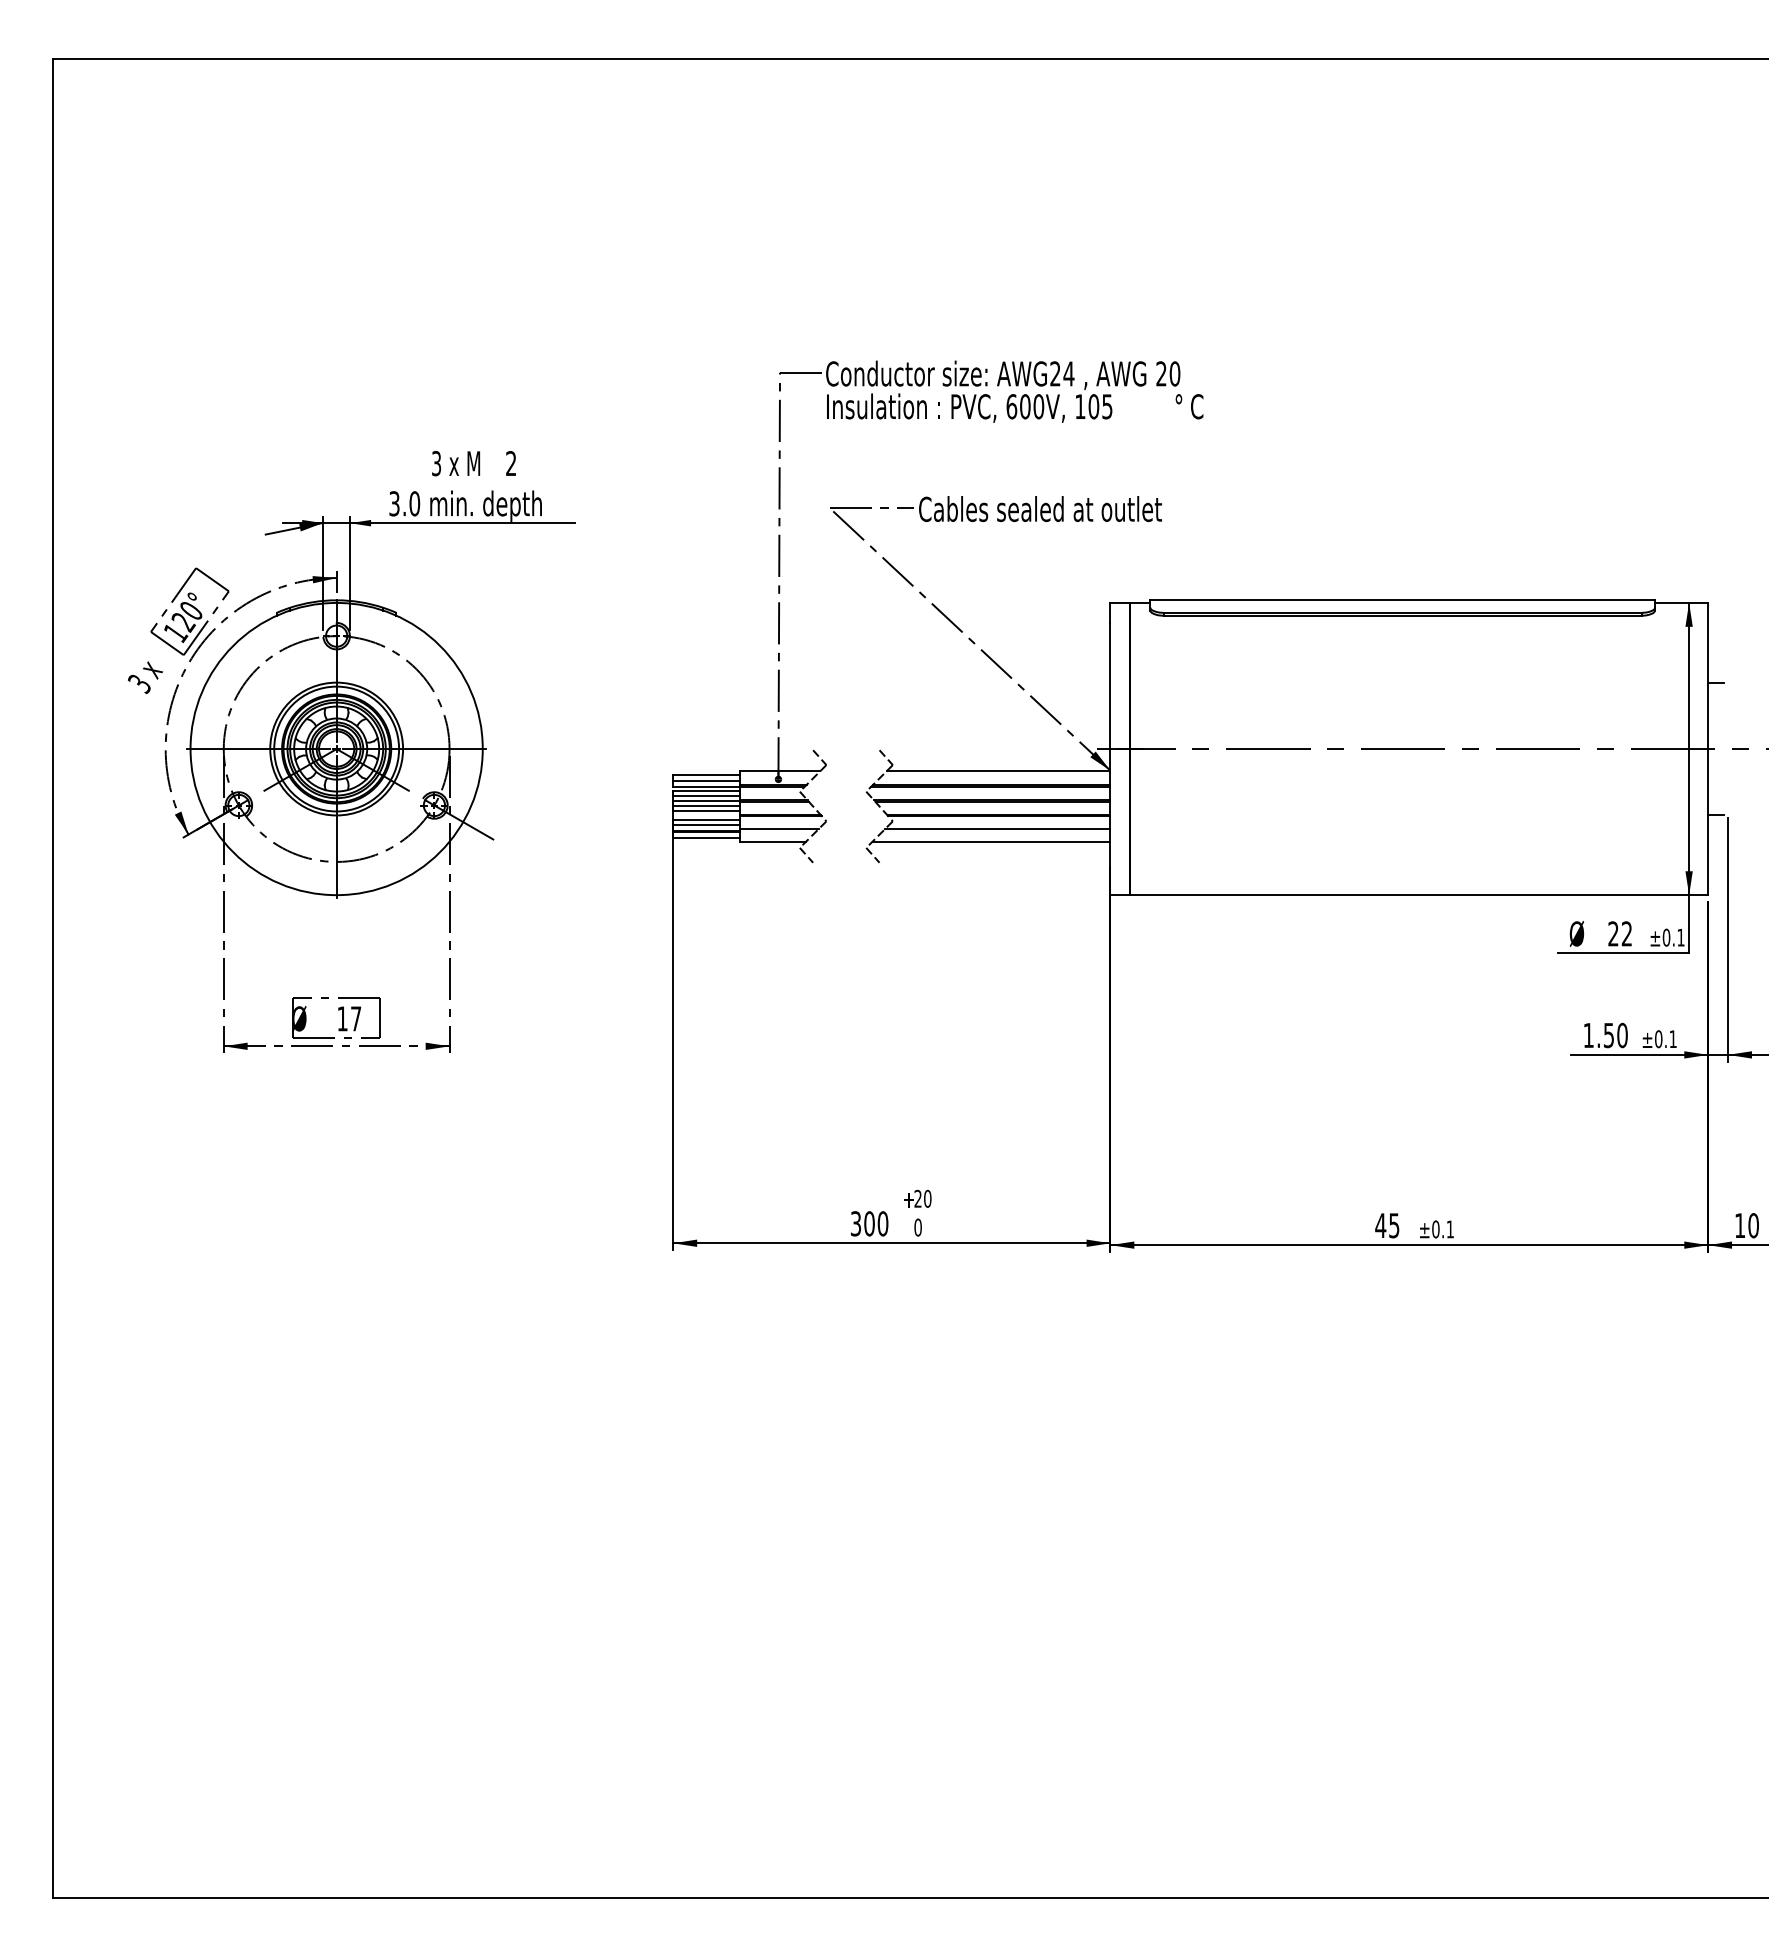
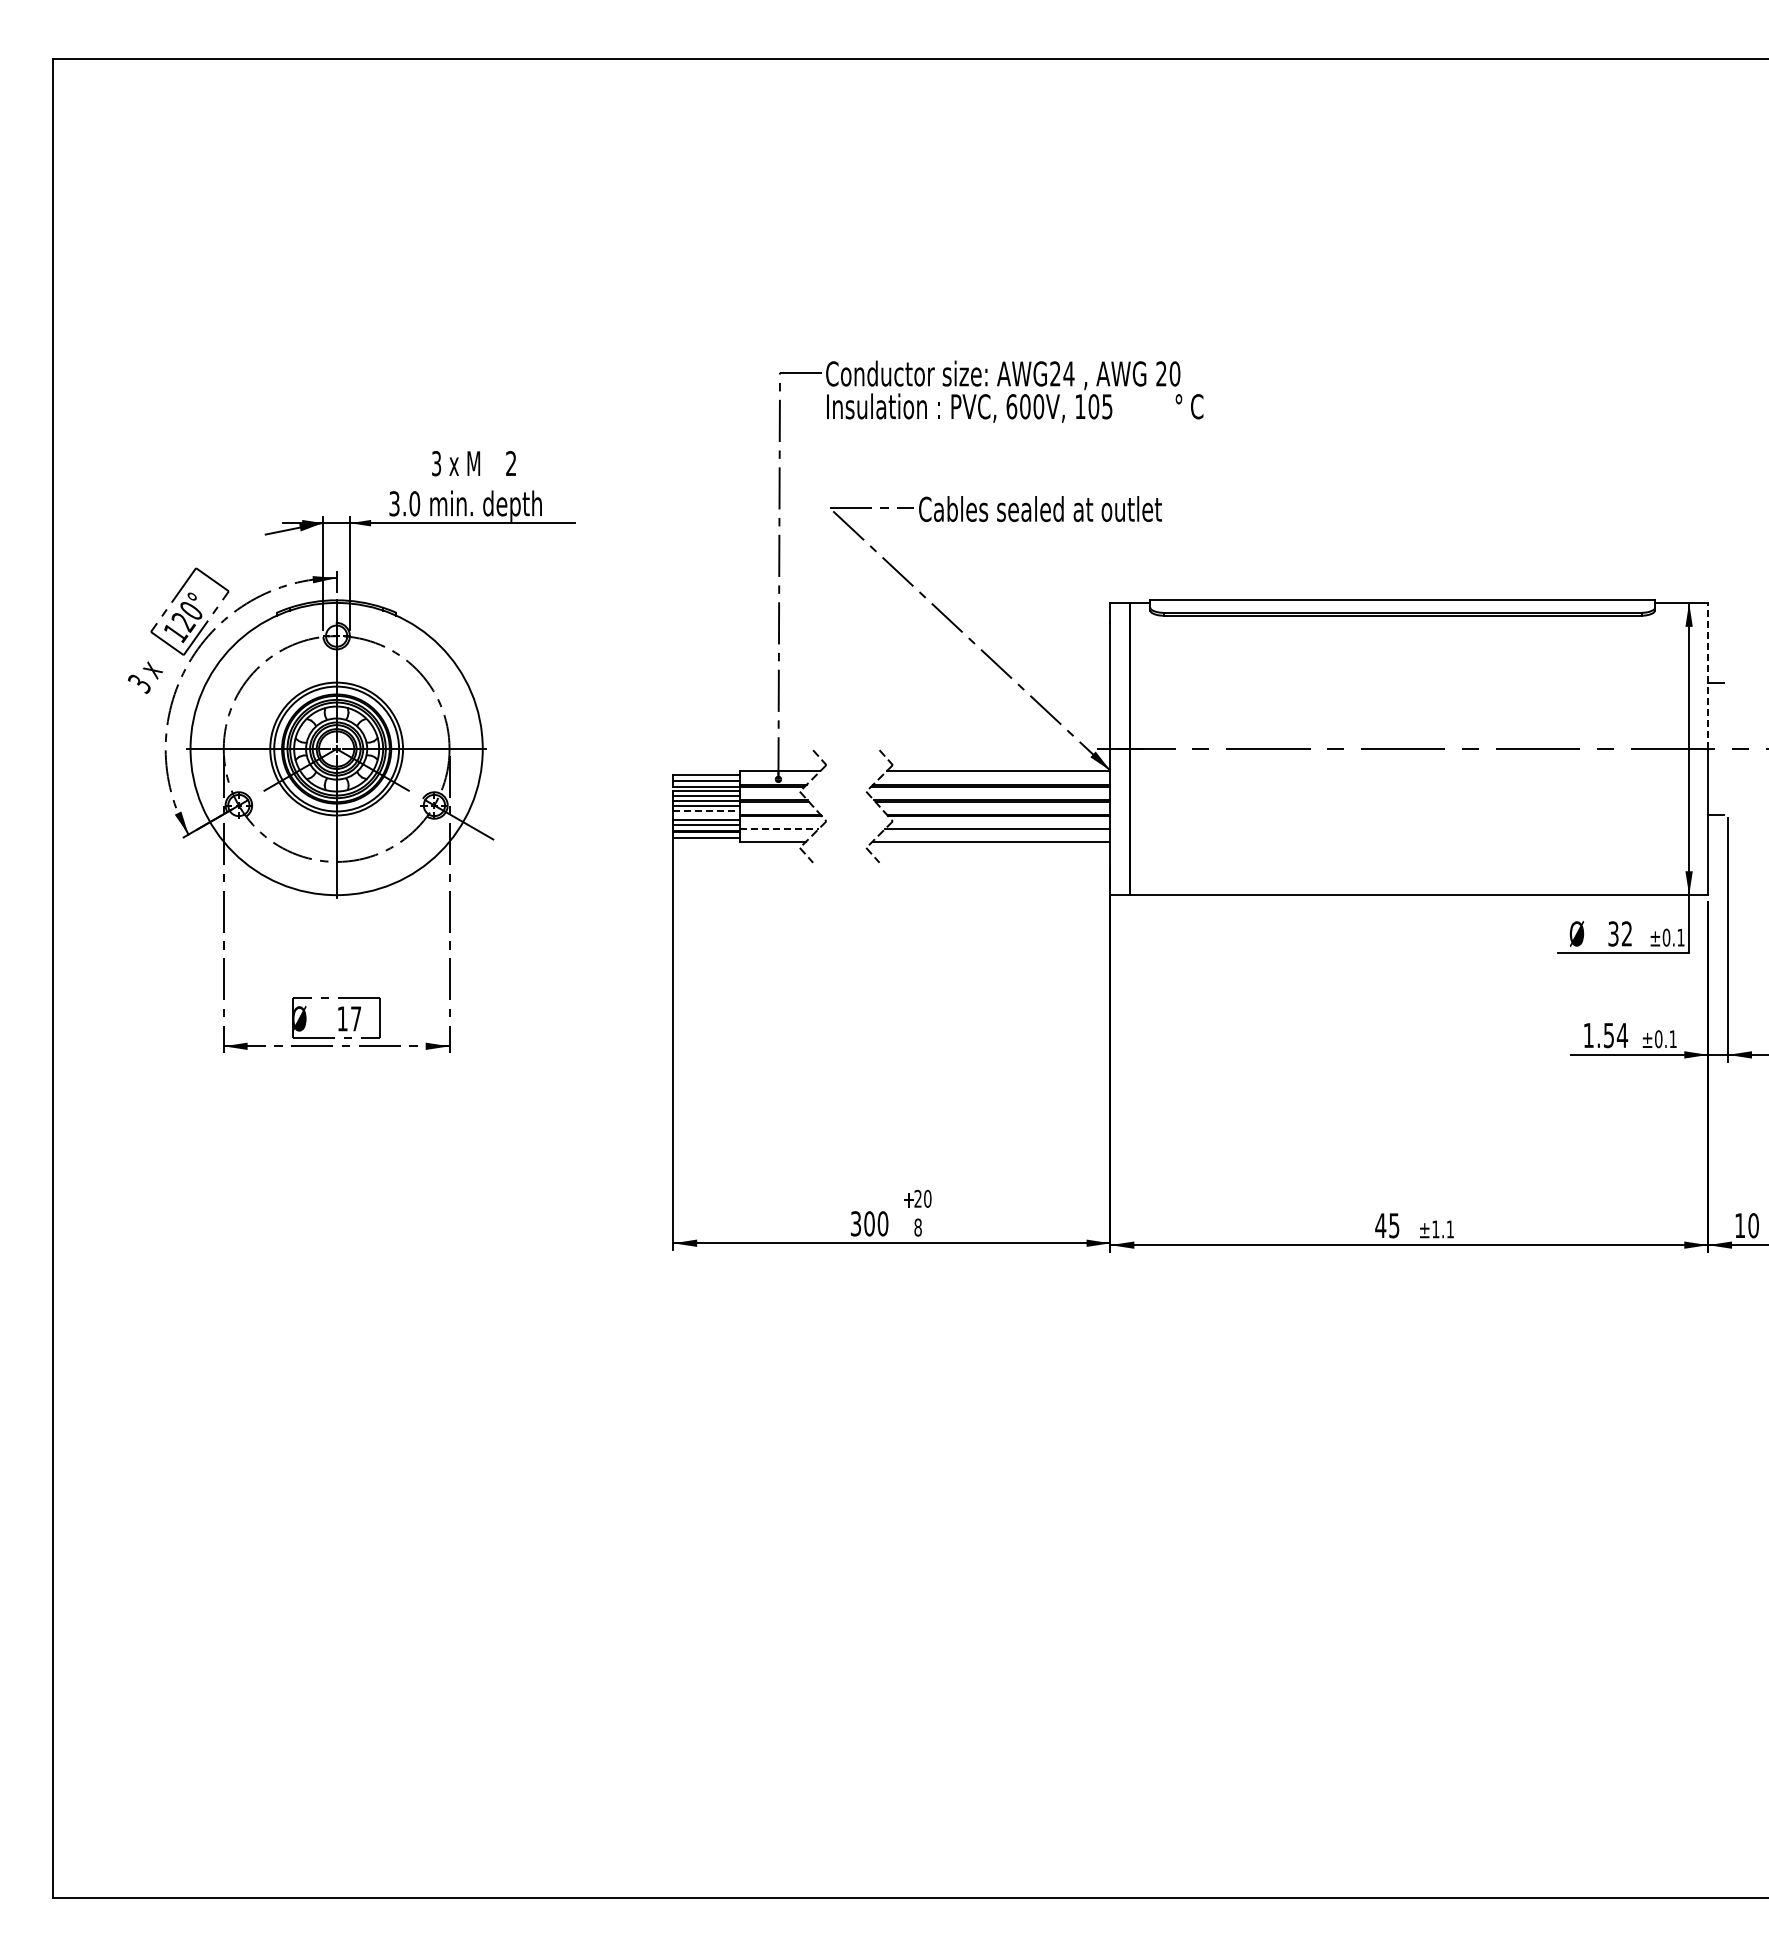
line at (1708, 675): solid -> dashed
line at (707, 811): solid -> dashed
line at (779, 829): solid -> dashed
text at (1613, 933): 22 -> 32
text at (1622, 1035): 1.50 -> 1.54
text at (917, 1227): 0 -> 8
text at (1435, 1229): ±0.1 -> ±1.1
